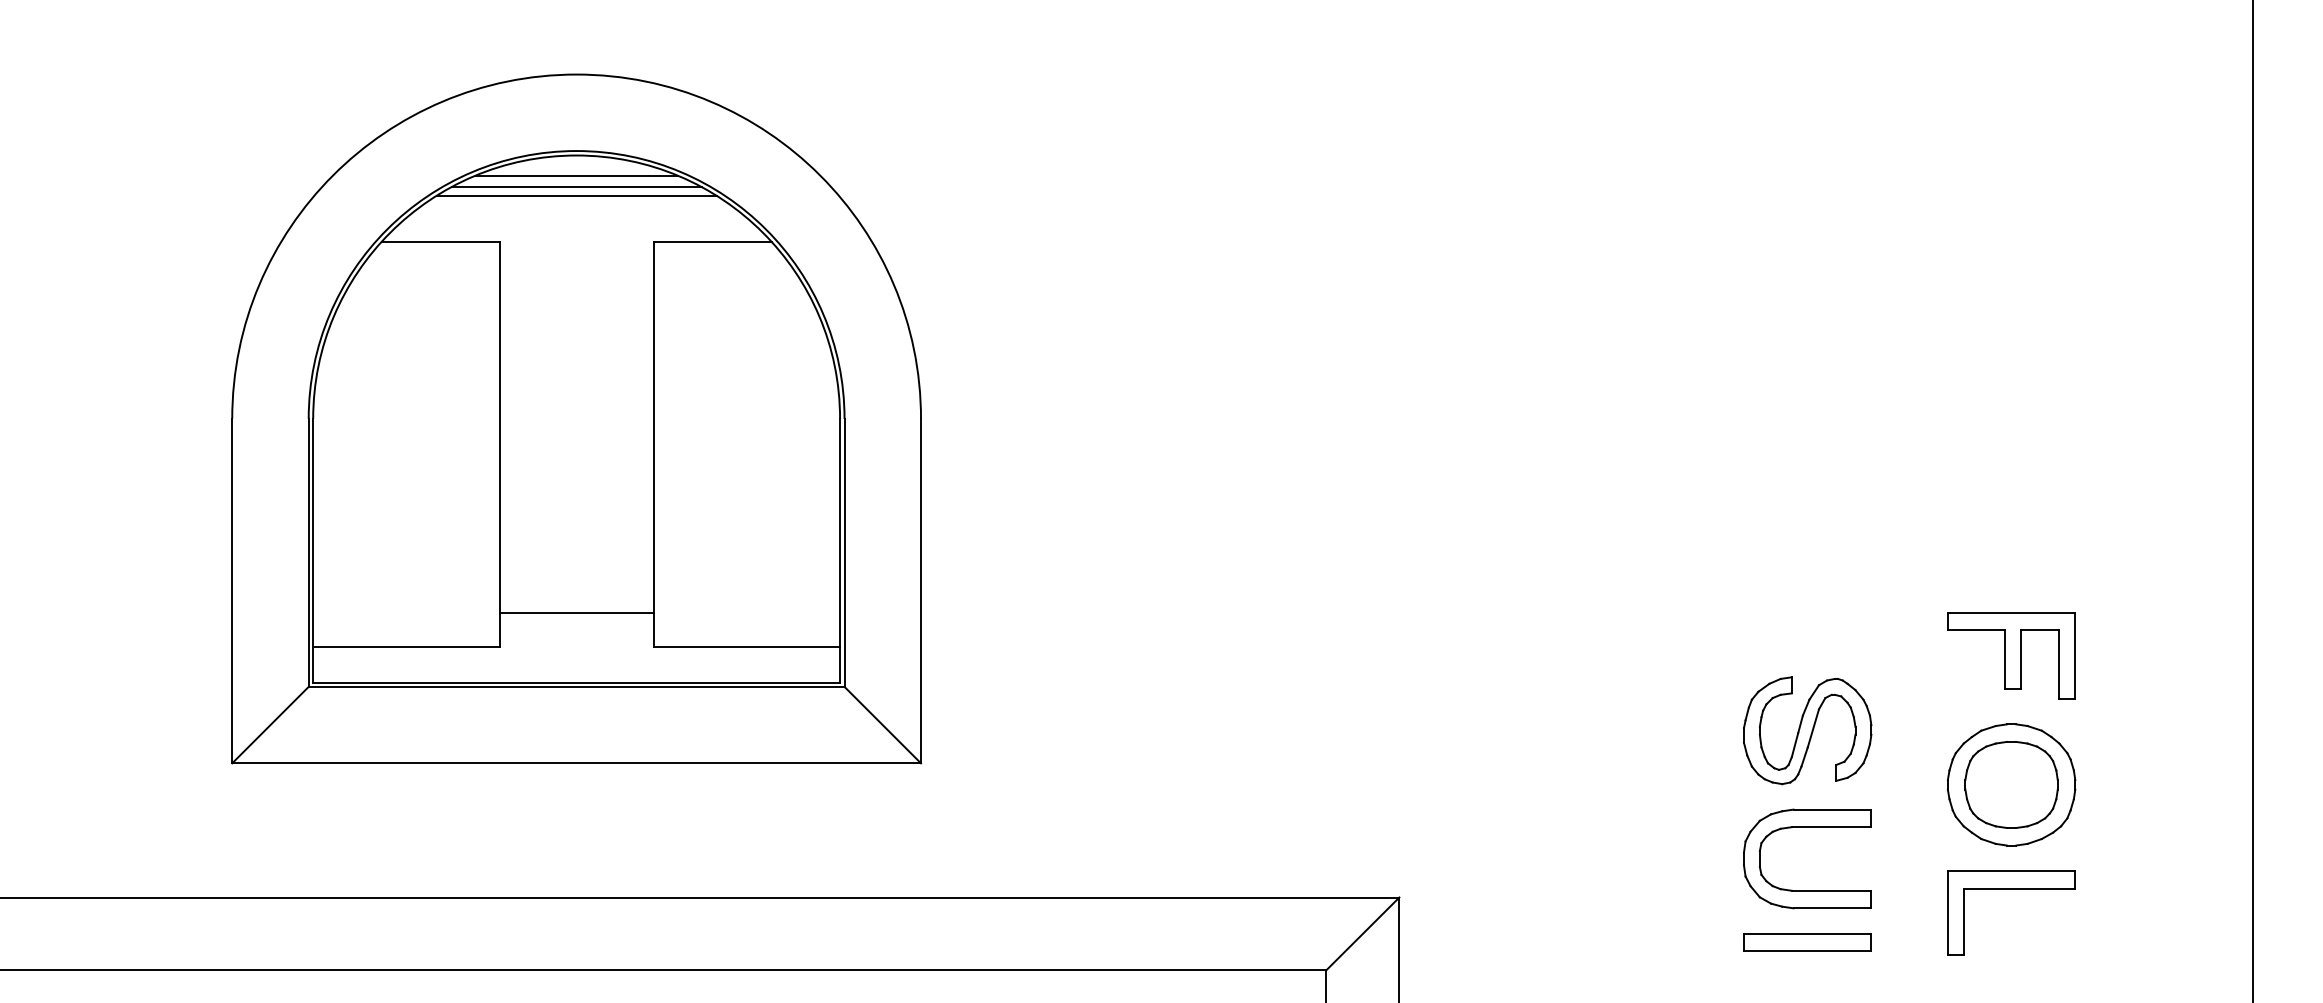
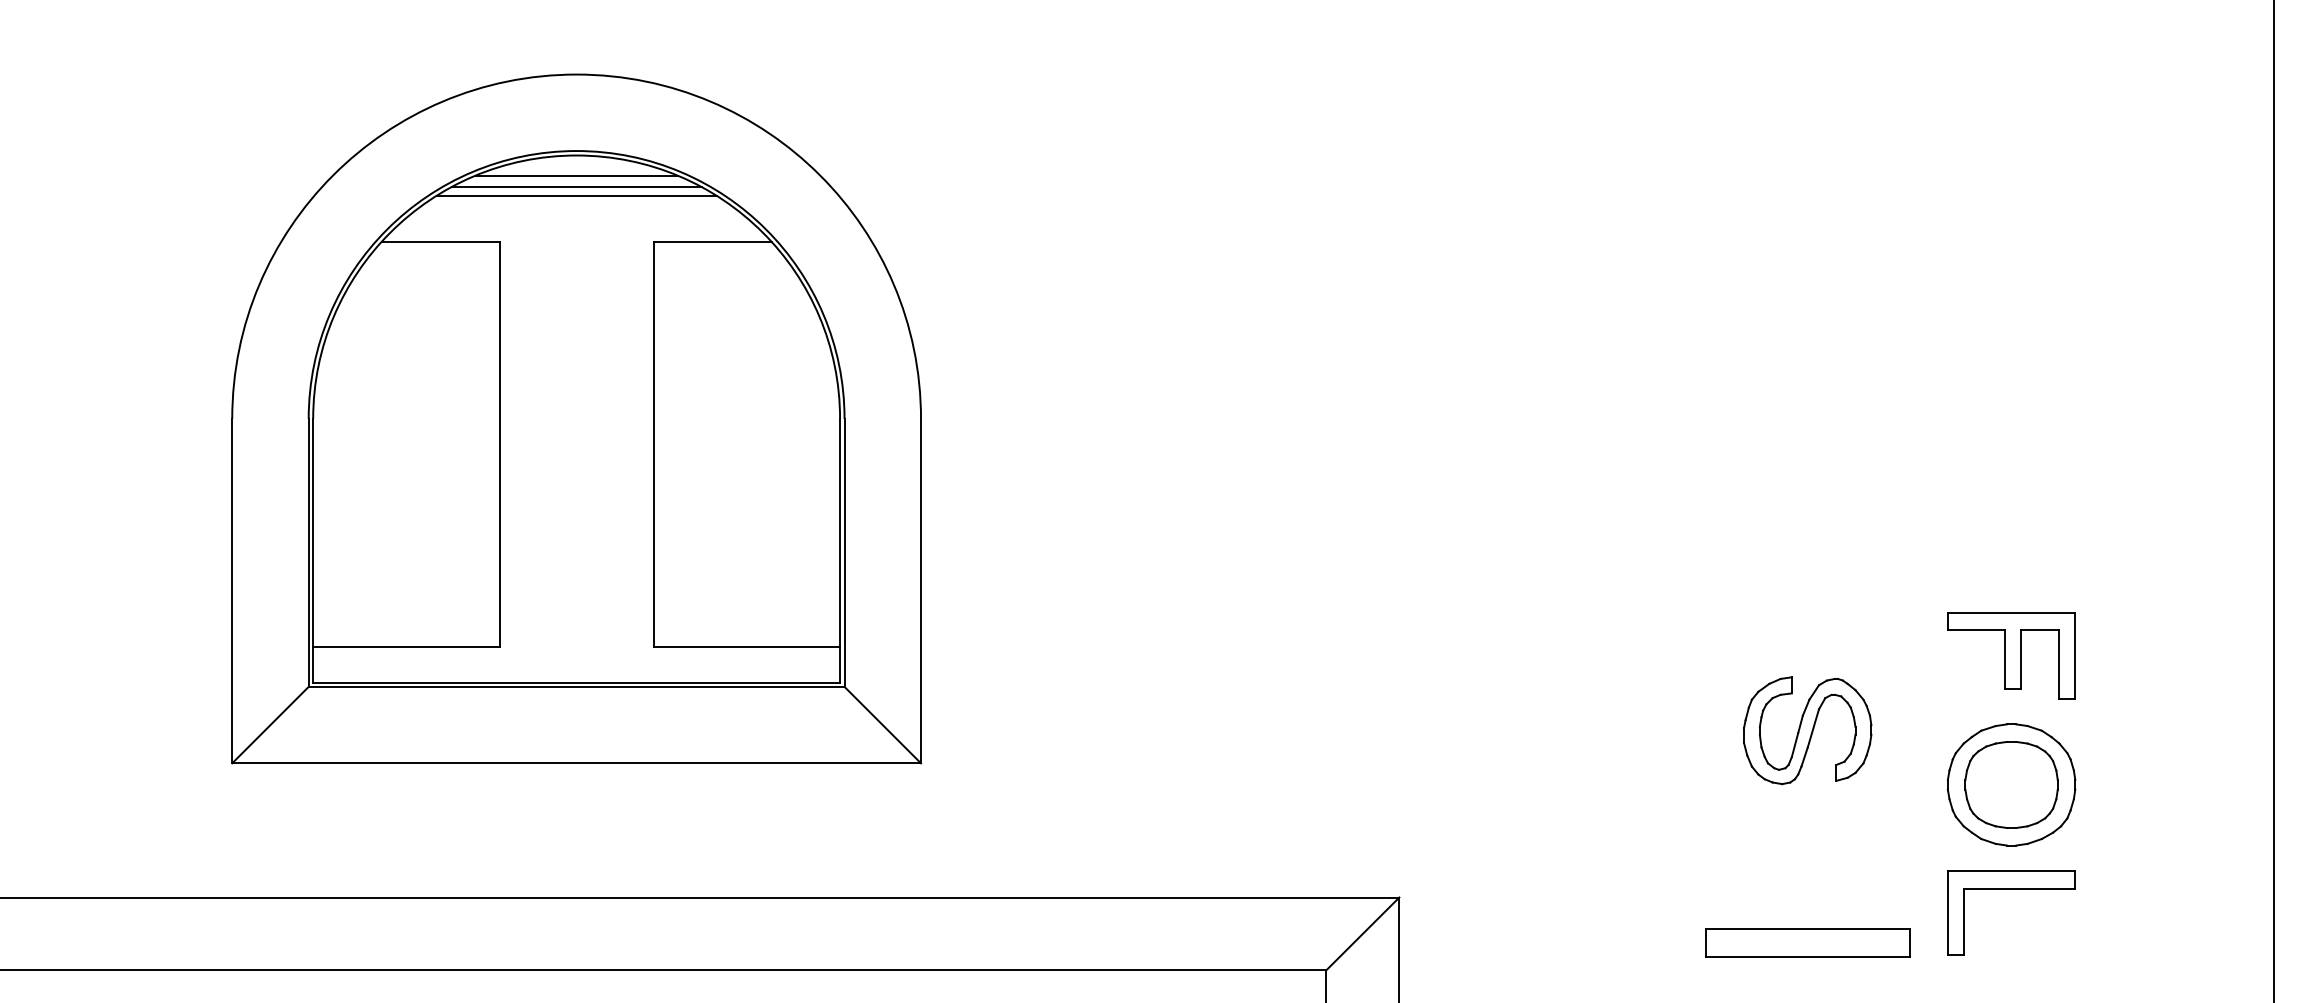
line at (2253, 500) position: (2253, 500) -> (2274, 500)
line at (576, 612): present -> none
part at (1807, 827): present -> none
part at (1807, 942) size: 129x19 px -> 206x30 px
